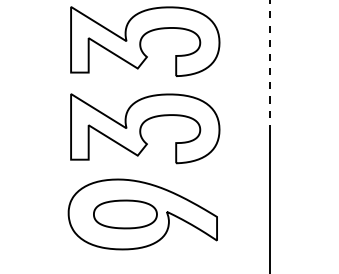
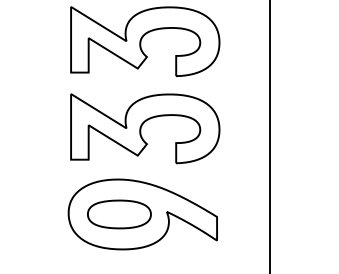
line at (270, 64): dashed -> solid
part at (125, 214) position: (125, 214) -> (119, 214)
